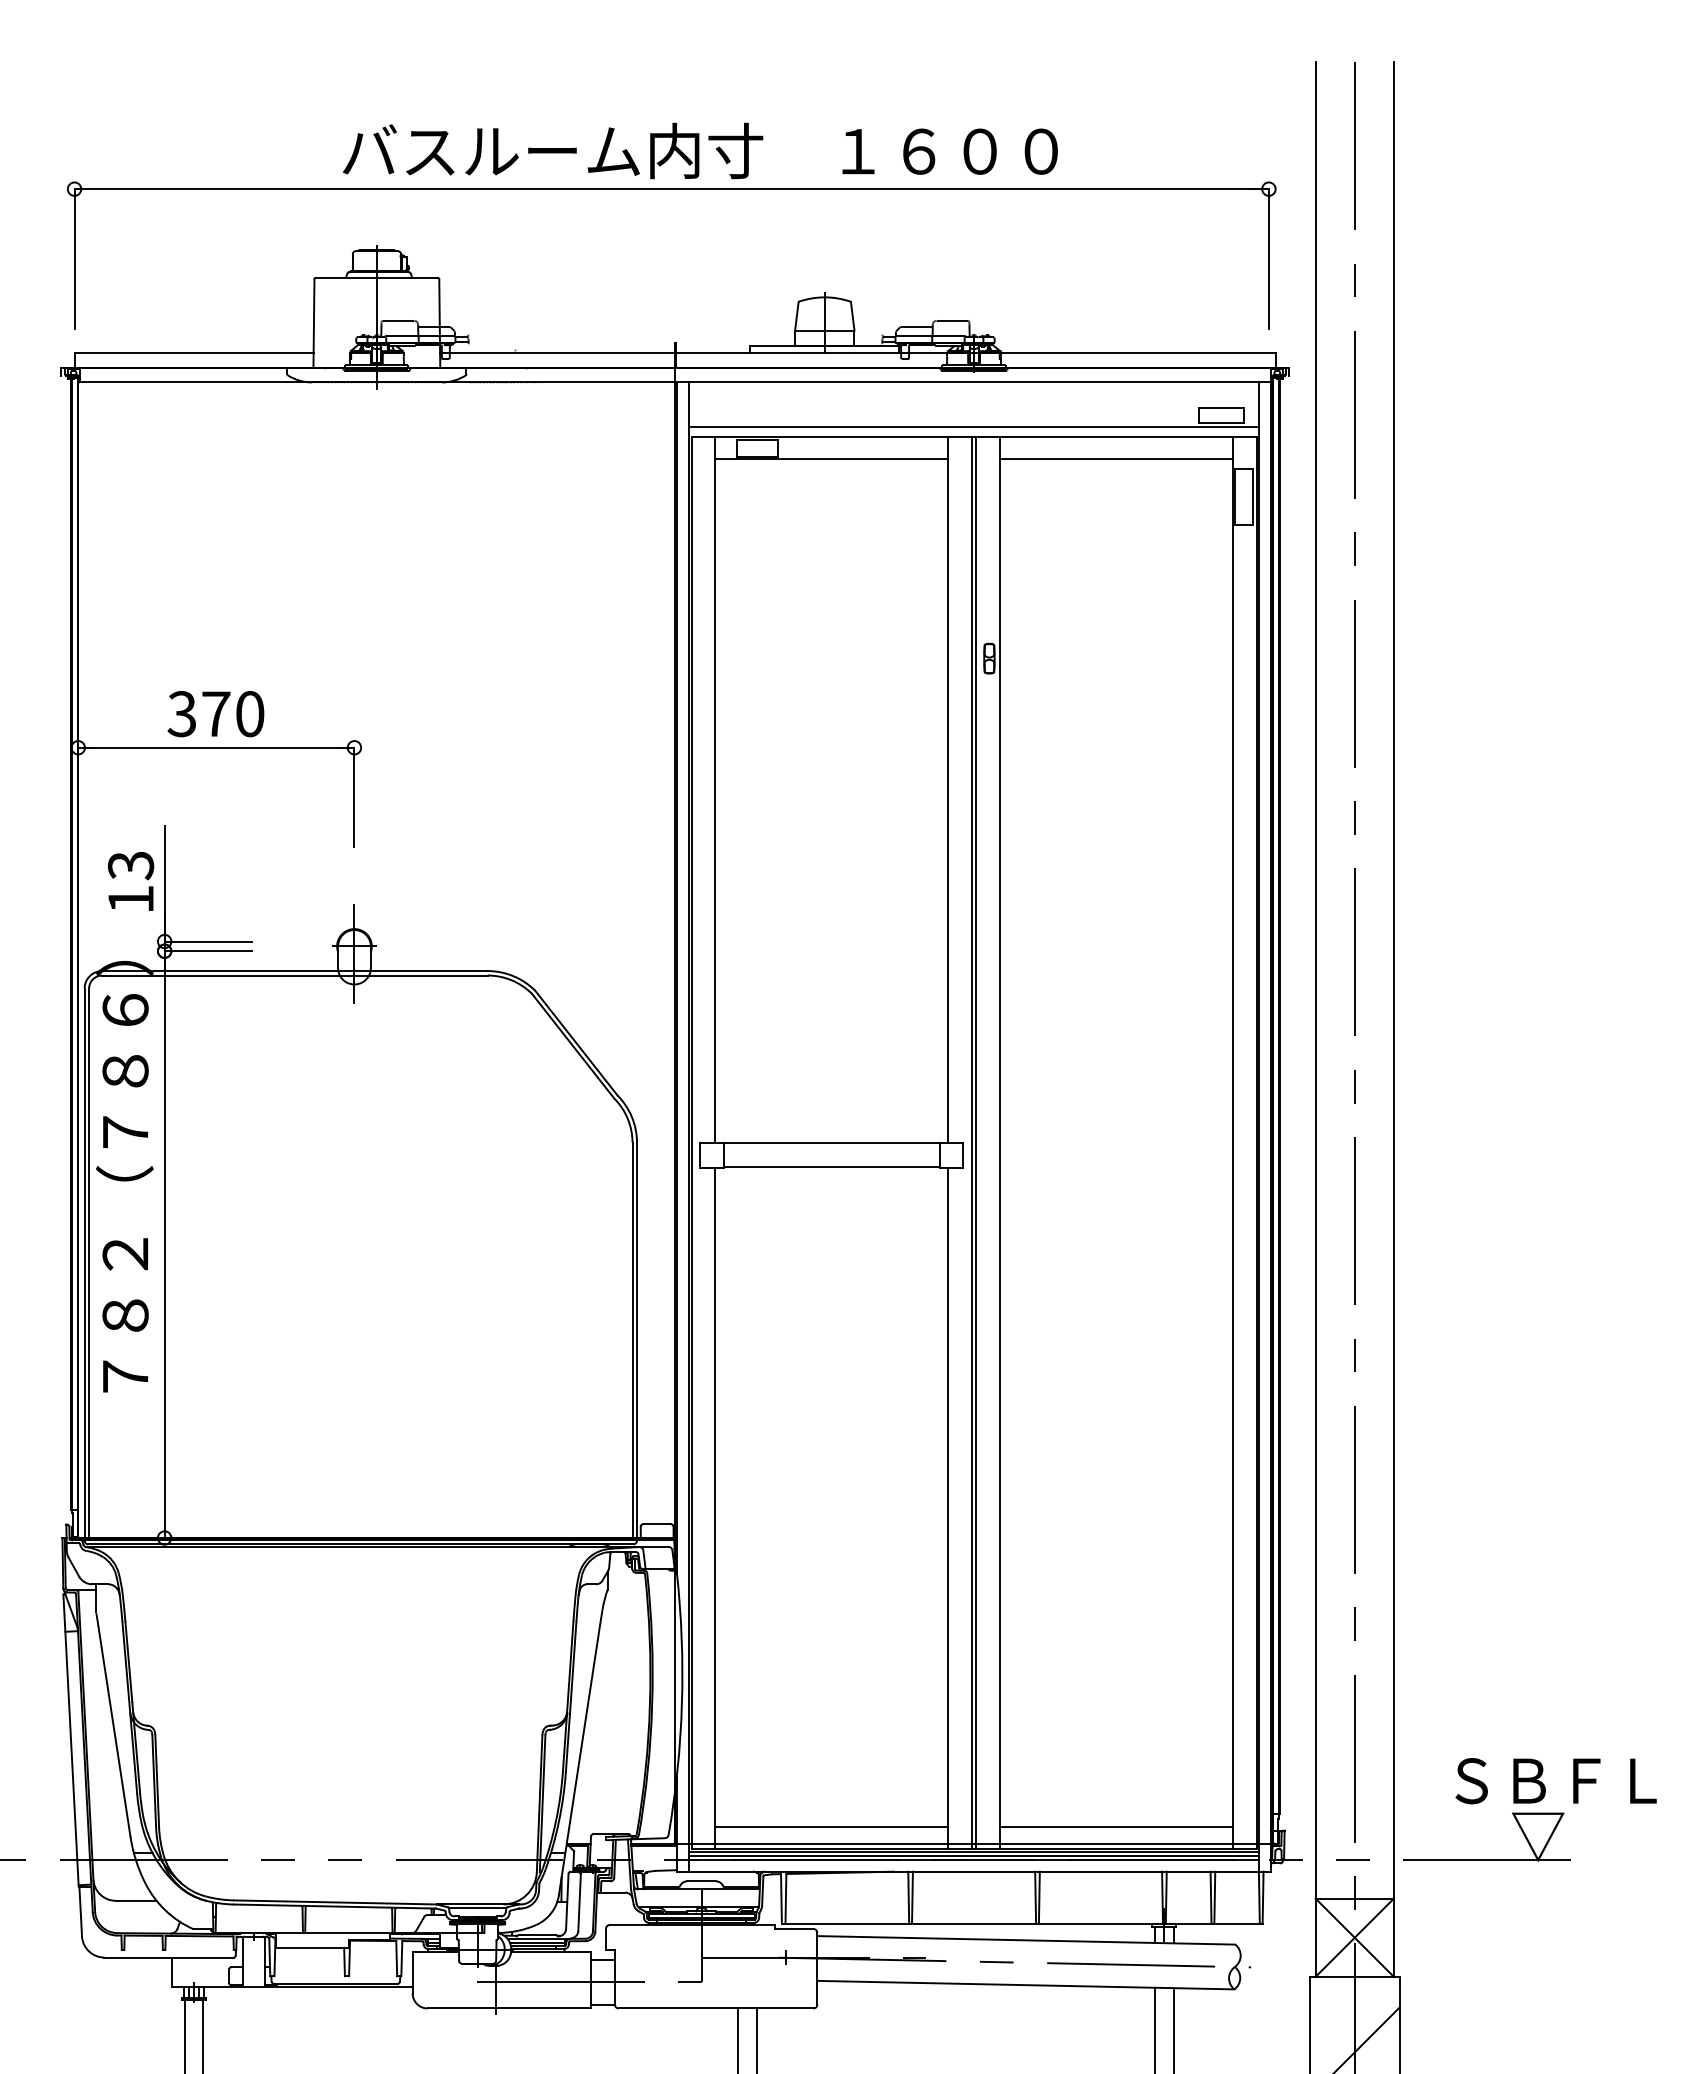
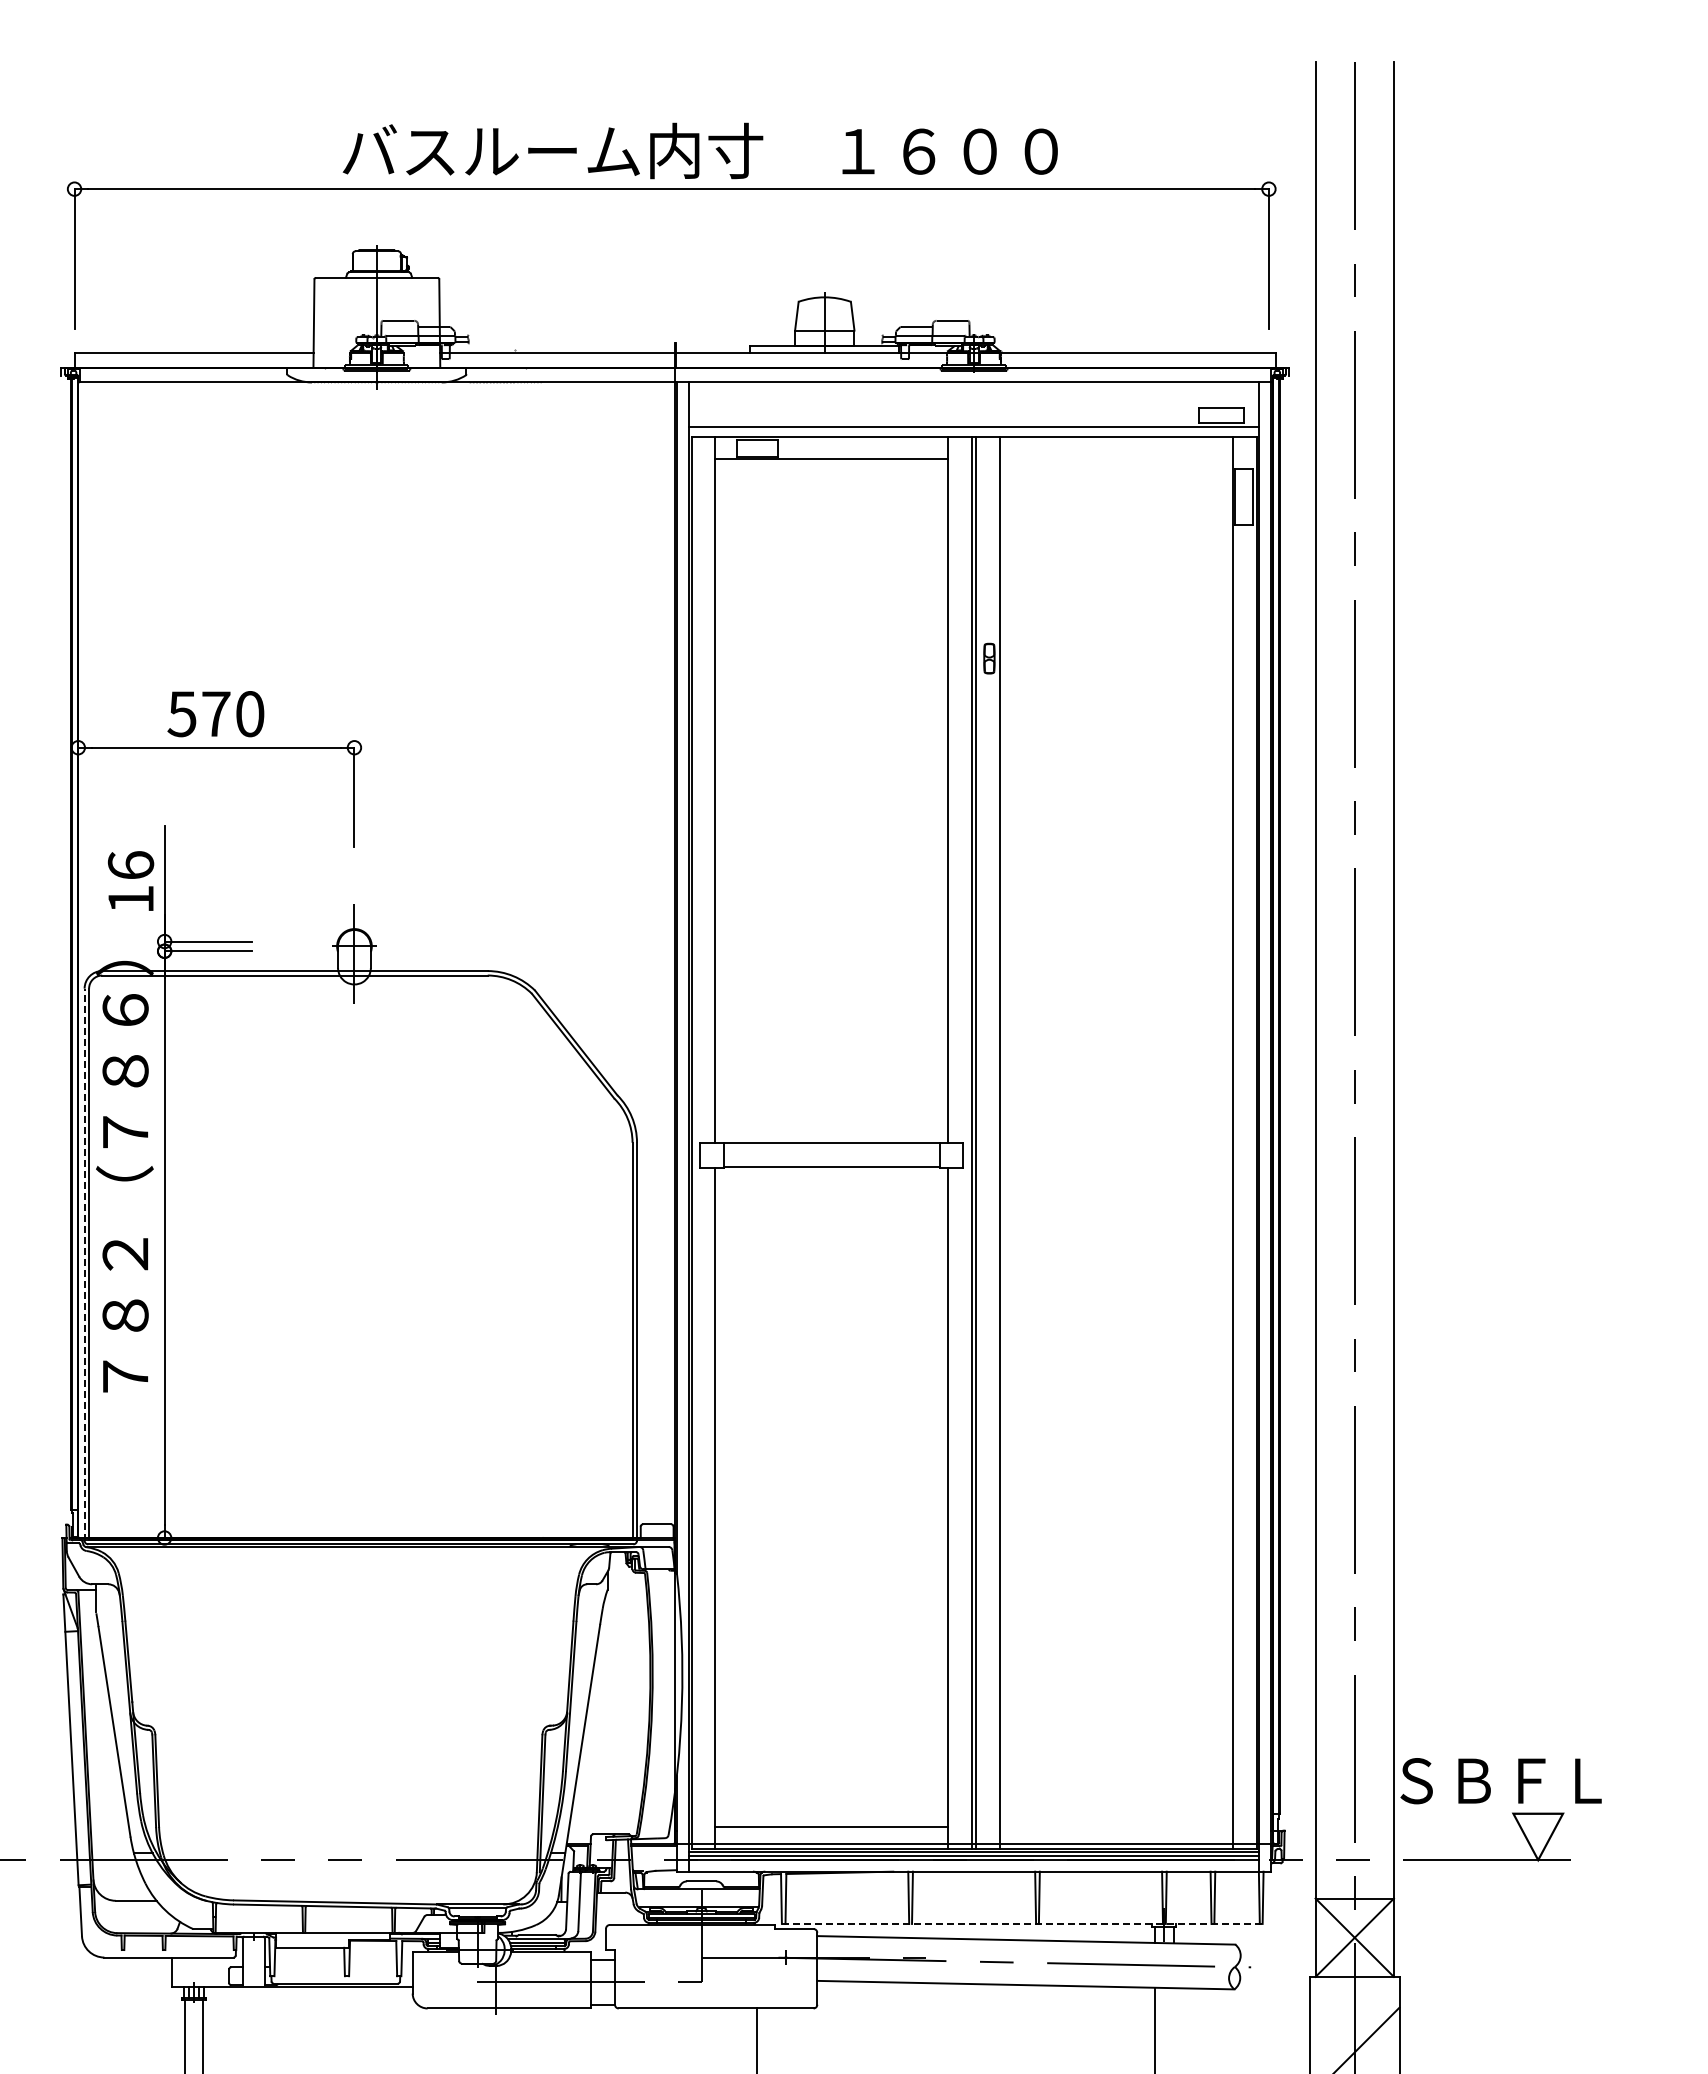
line at (1116, 459): present -> none
text at (181, 713): 370 -> 570
text at (130, 865): 13 -> 16
line at (84, 1264): solid -> dashed
text at (1555, 1781) position: (1555, 1781) -> (1500, 1781)
line at (1116, 1826): present -> none
line at (1022, 1923): solid -> dashed
line at (1173, 2029): present -> none
line at (738, 2039): present -> none
